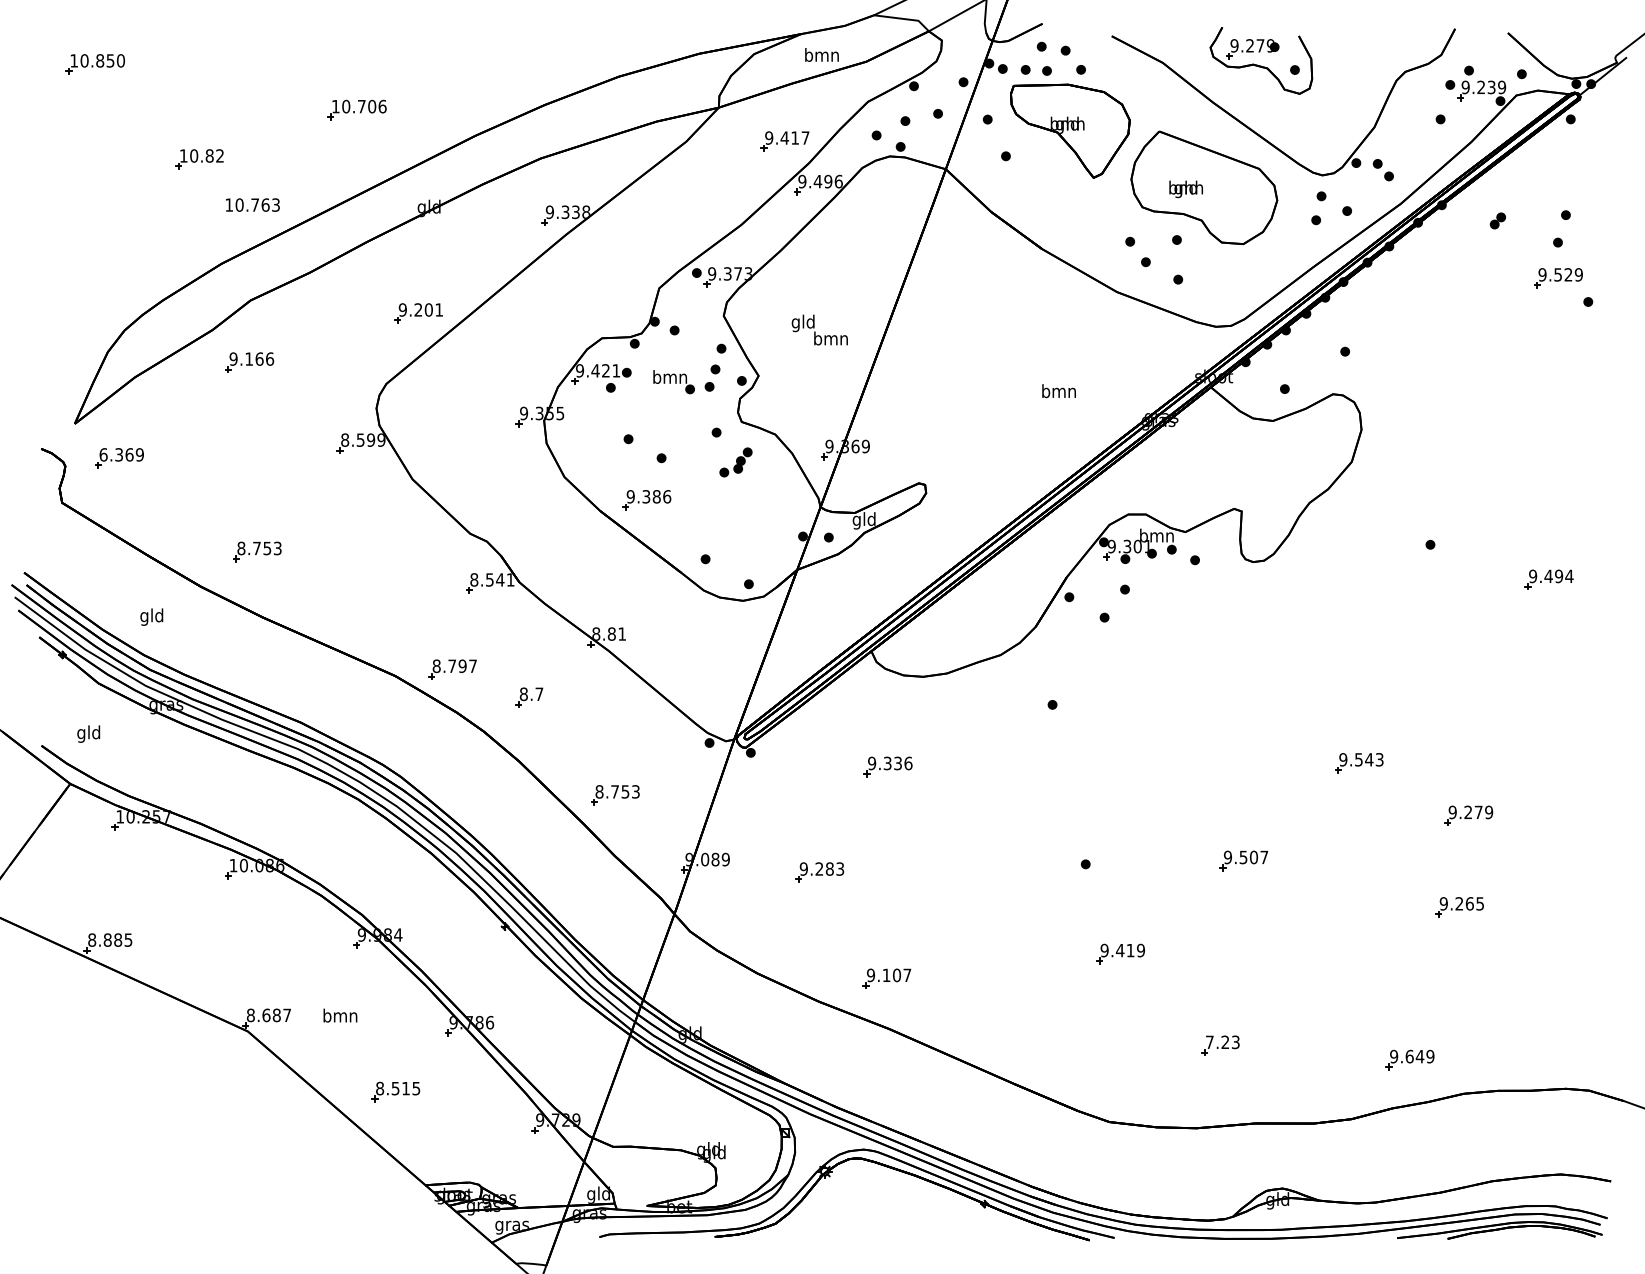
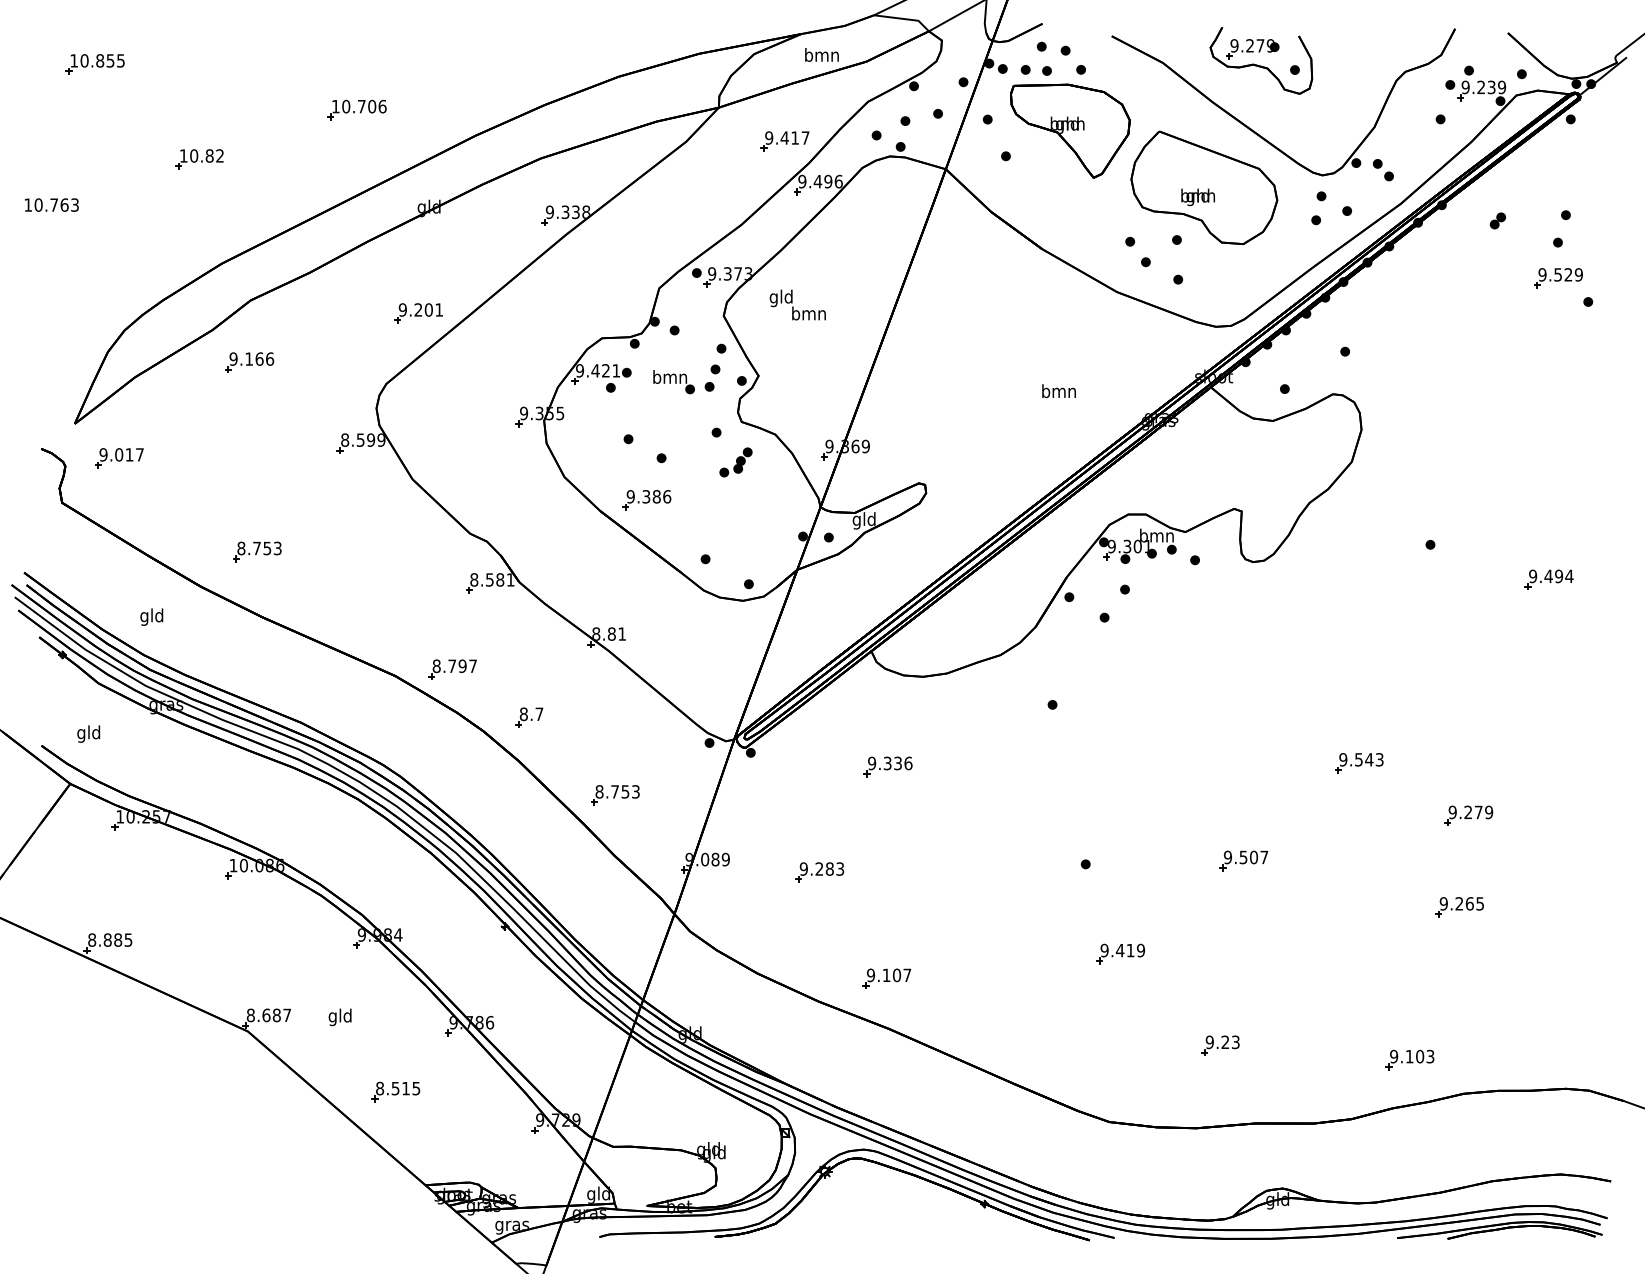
text at (121, 60): 10.850 -> 10.855
text at (1185, 189) position: (1185, 189) -> (1197, 197)
text at (252, 204) position: (252, 204) -> (51, 204)
text at (819, 329) position: (819, 329) -> (797, 304)
text at (121, 454): 6.369 -> 9.017
text at (500, 579): 8.541 -> 8.581
part at (529, 697) position: (529, 697) -> (529, 717)
text at (340, 1017): bmn -> gld
text at (1209, 1042): 7.23 -> 9.23
text at (1419, 1056): 9.649 -> 9.103
